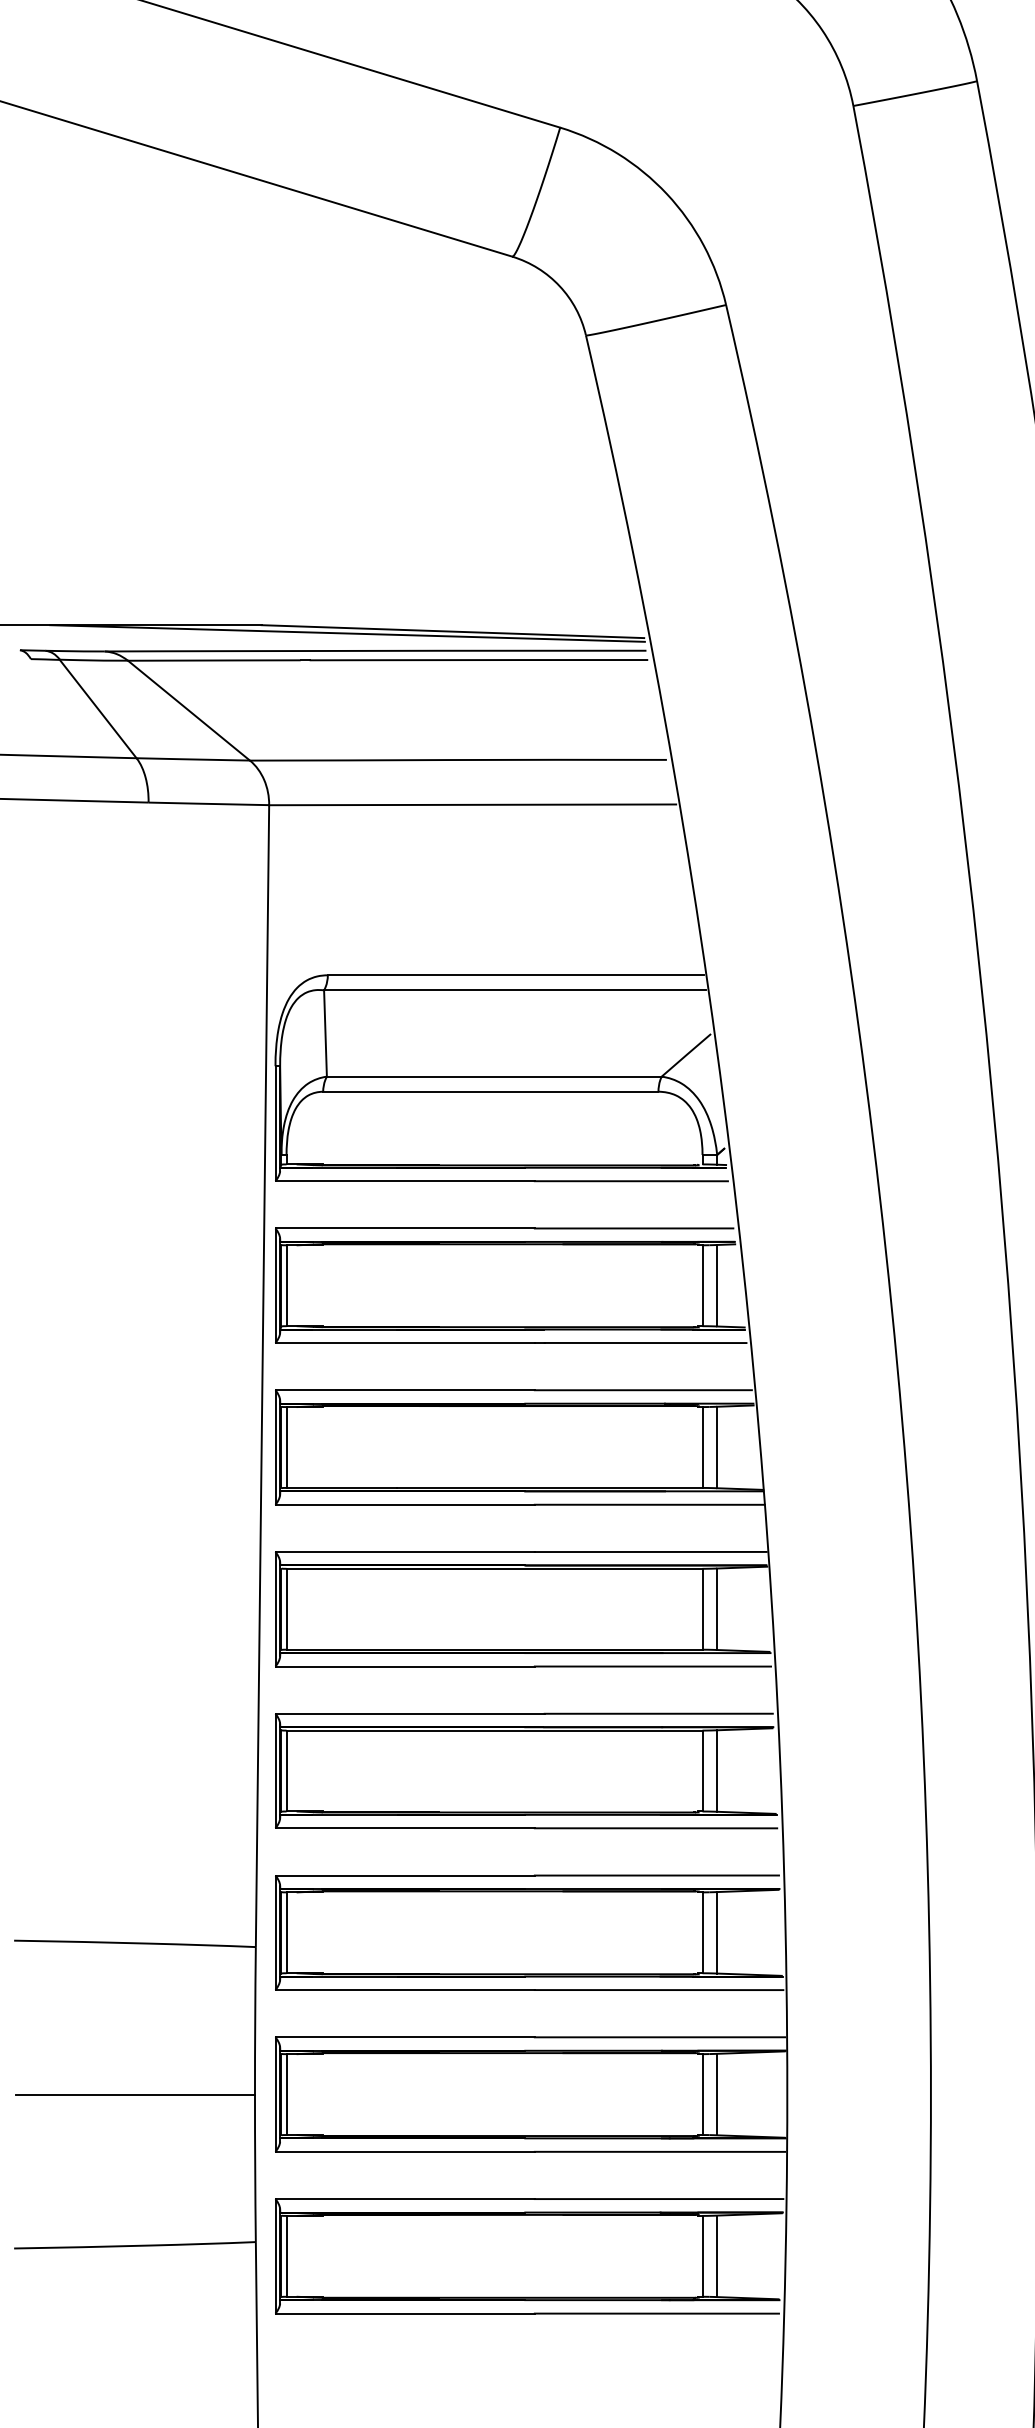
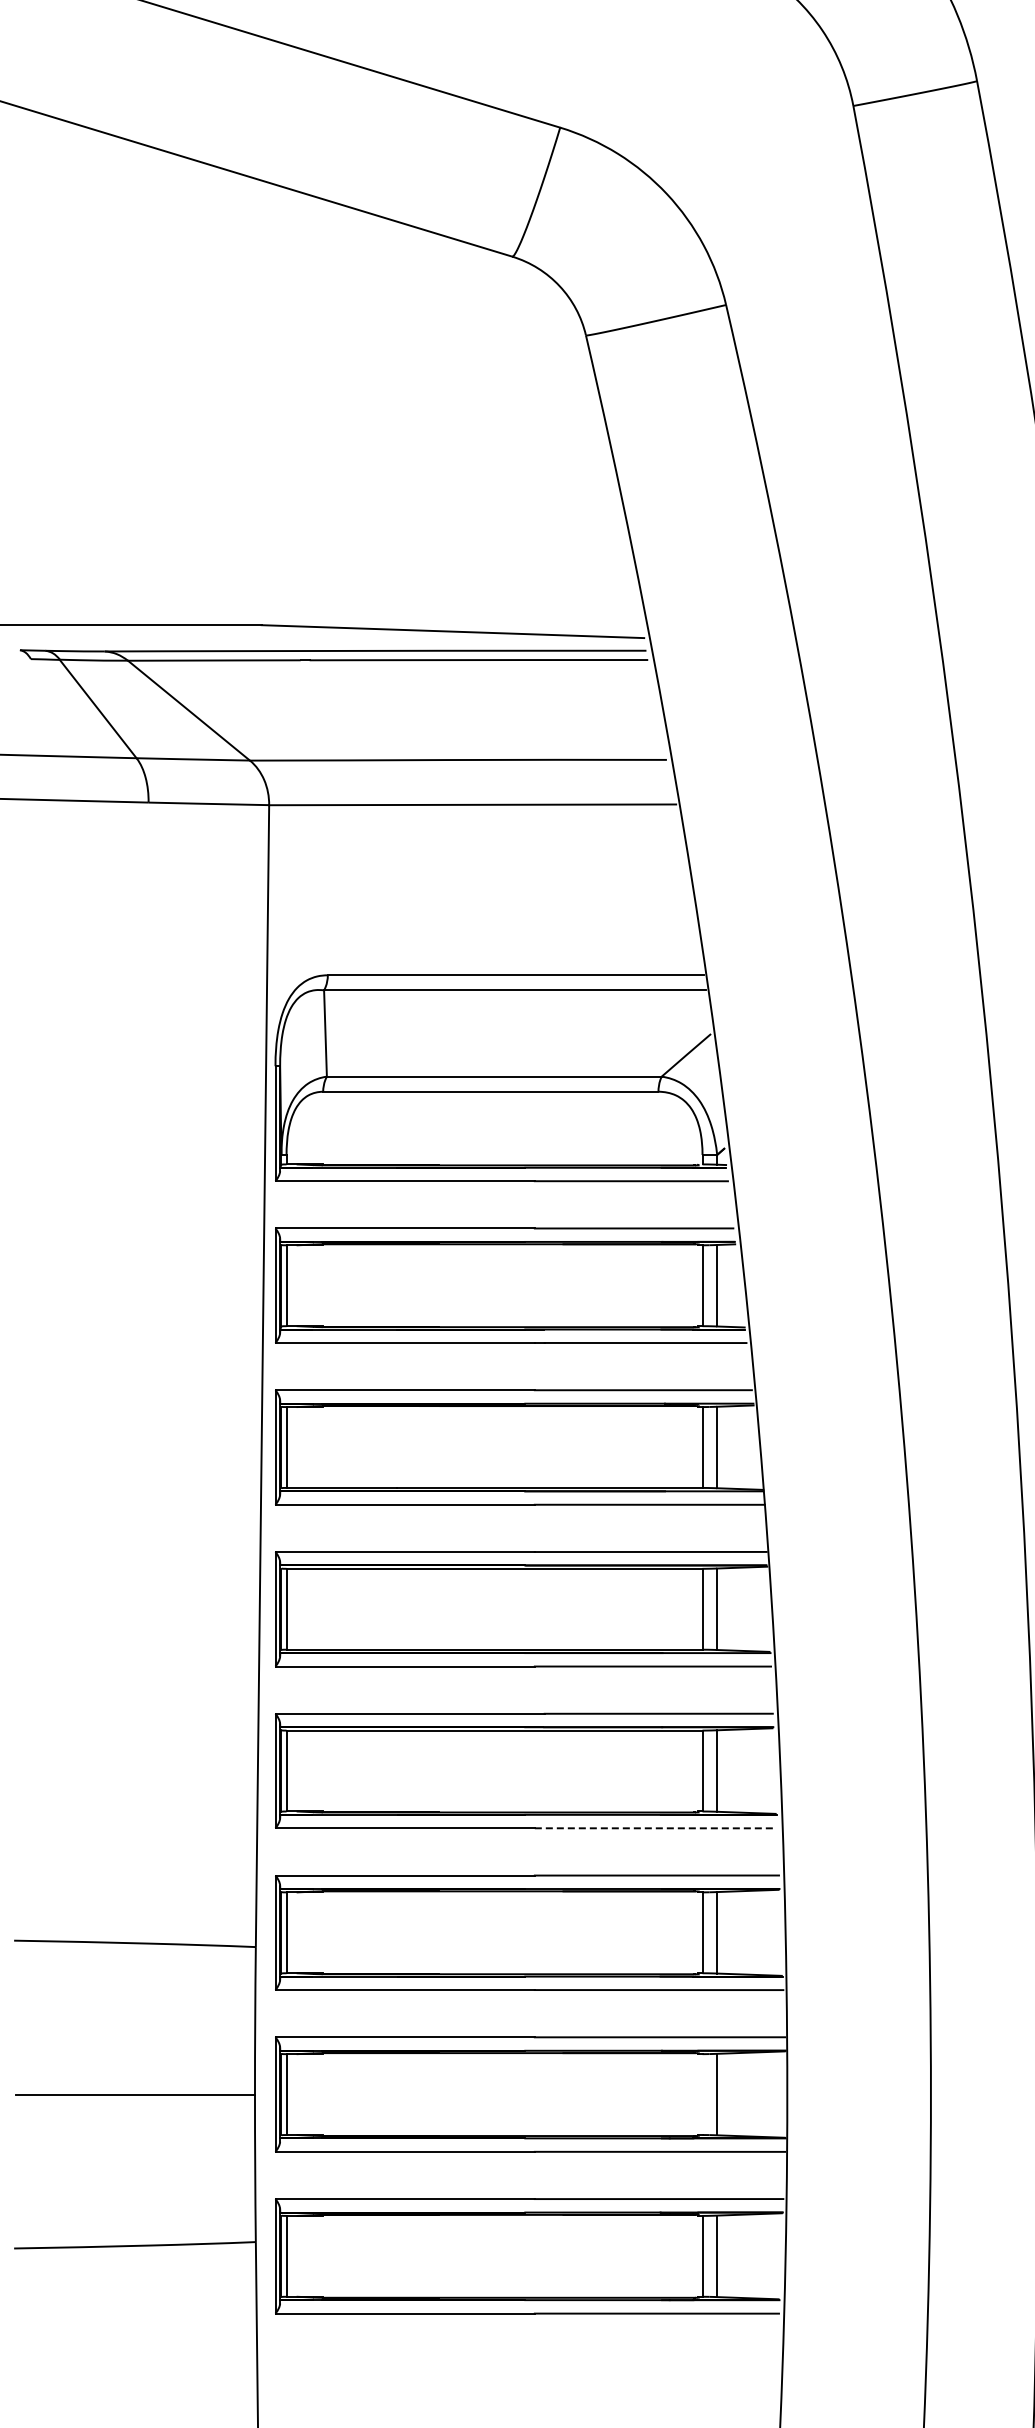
line at (347, 633): present -> none
line at (656, 1828): solid -> dashed
line at (702, 2094): present -> none
